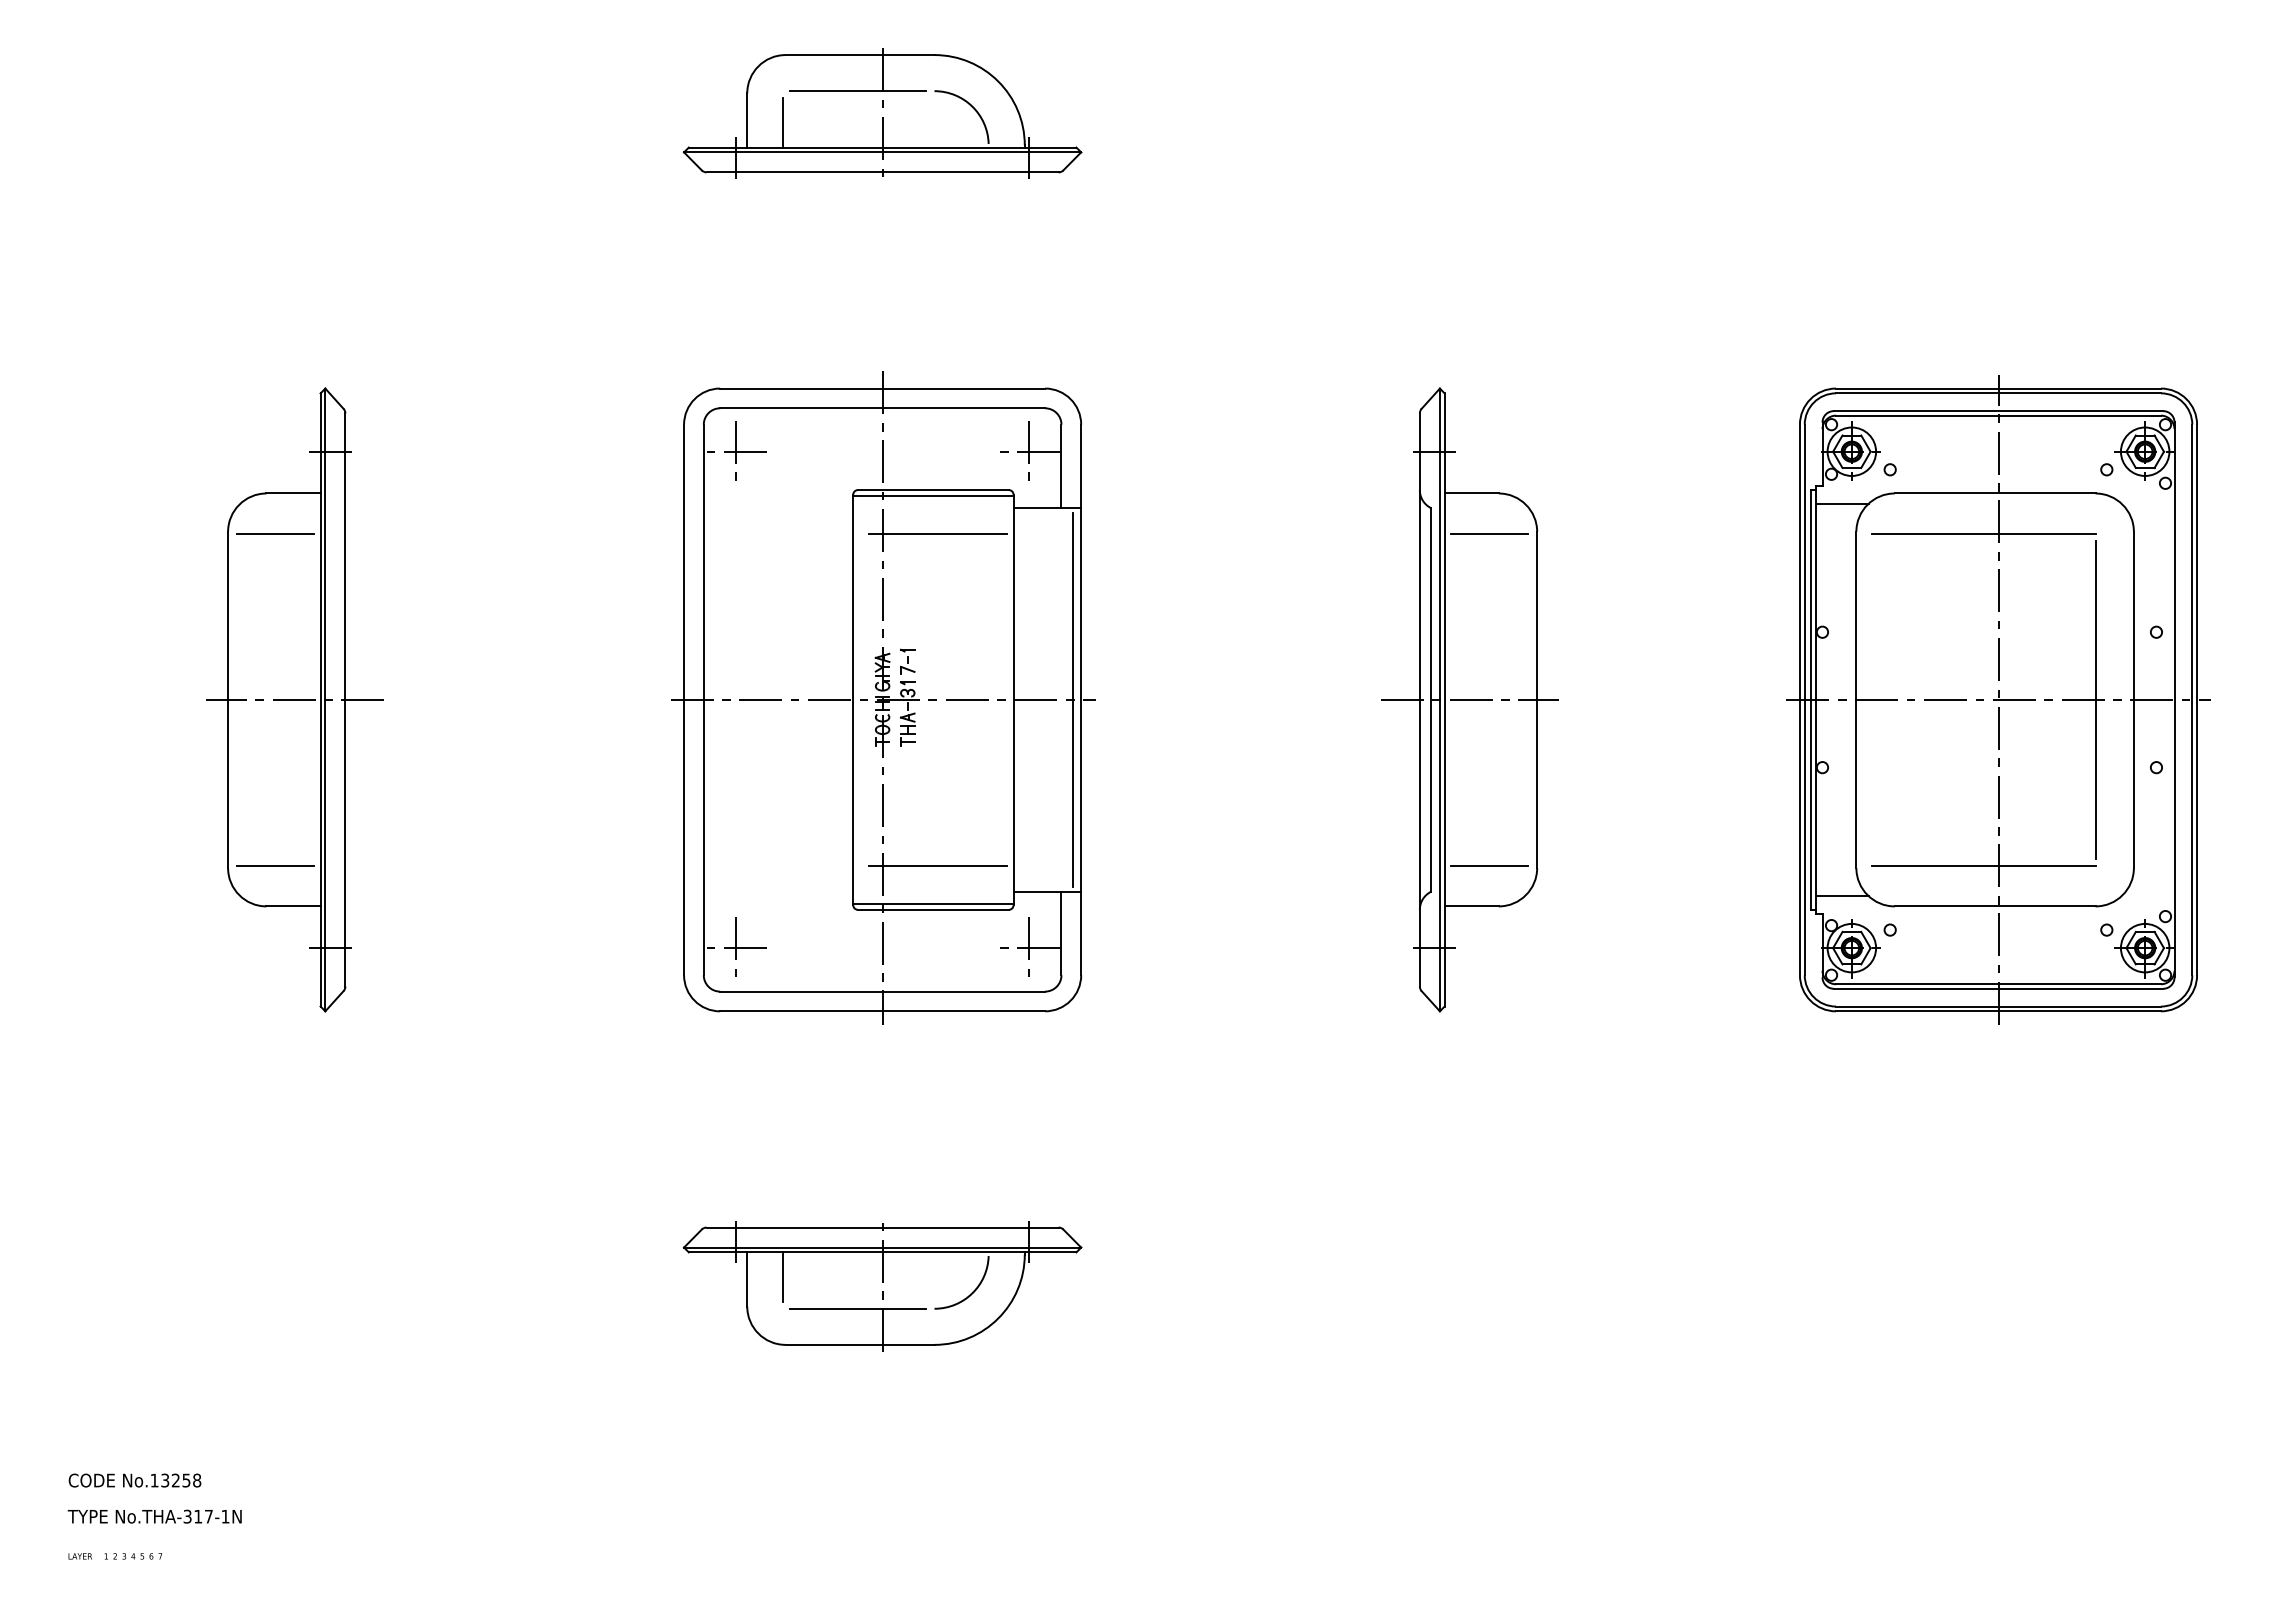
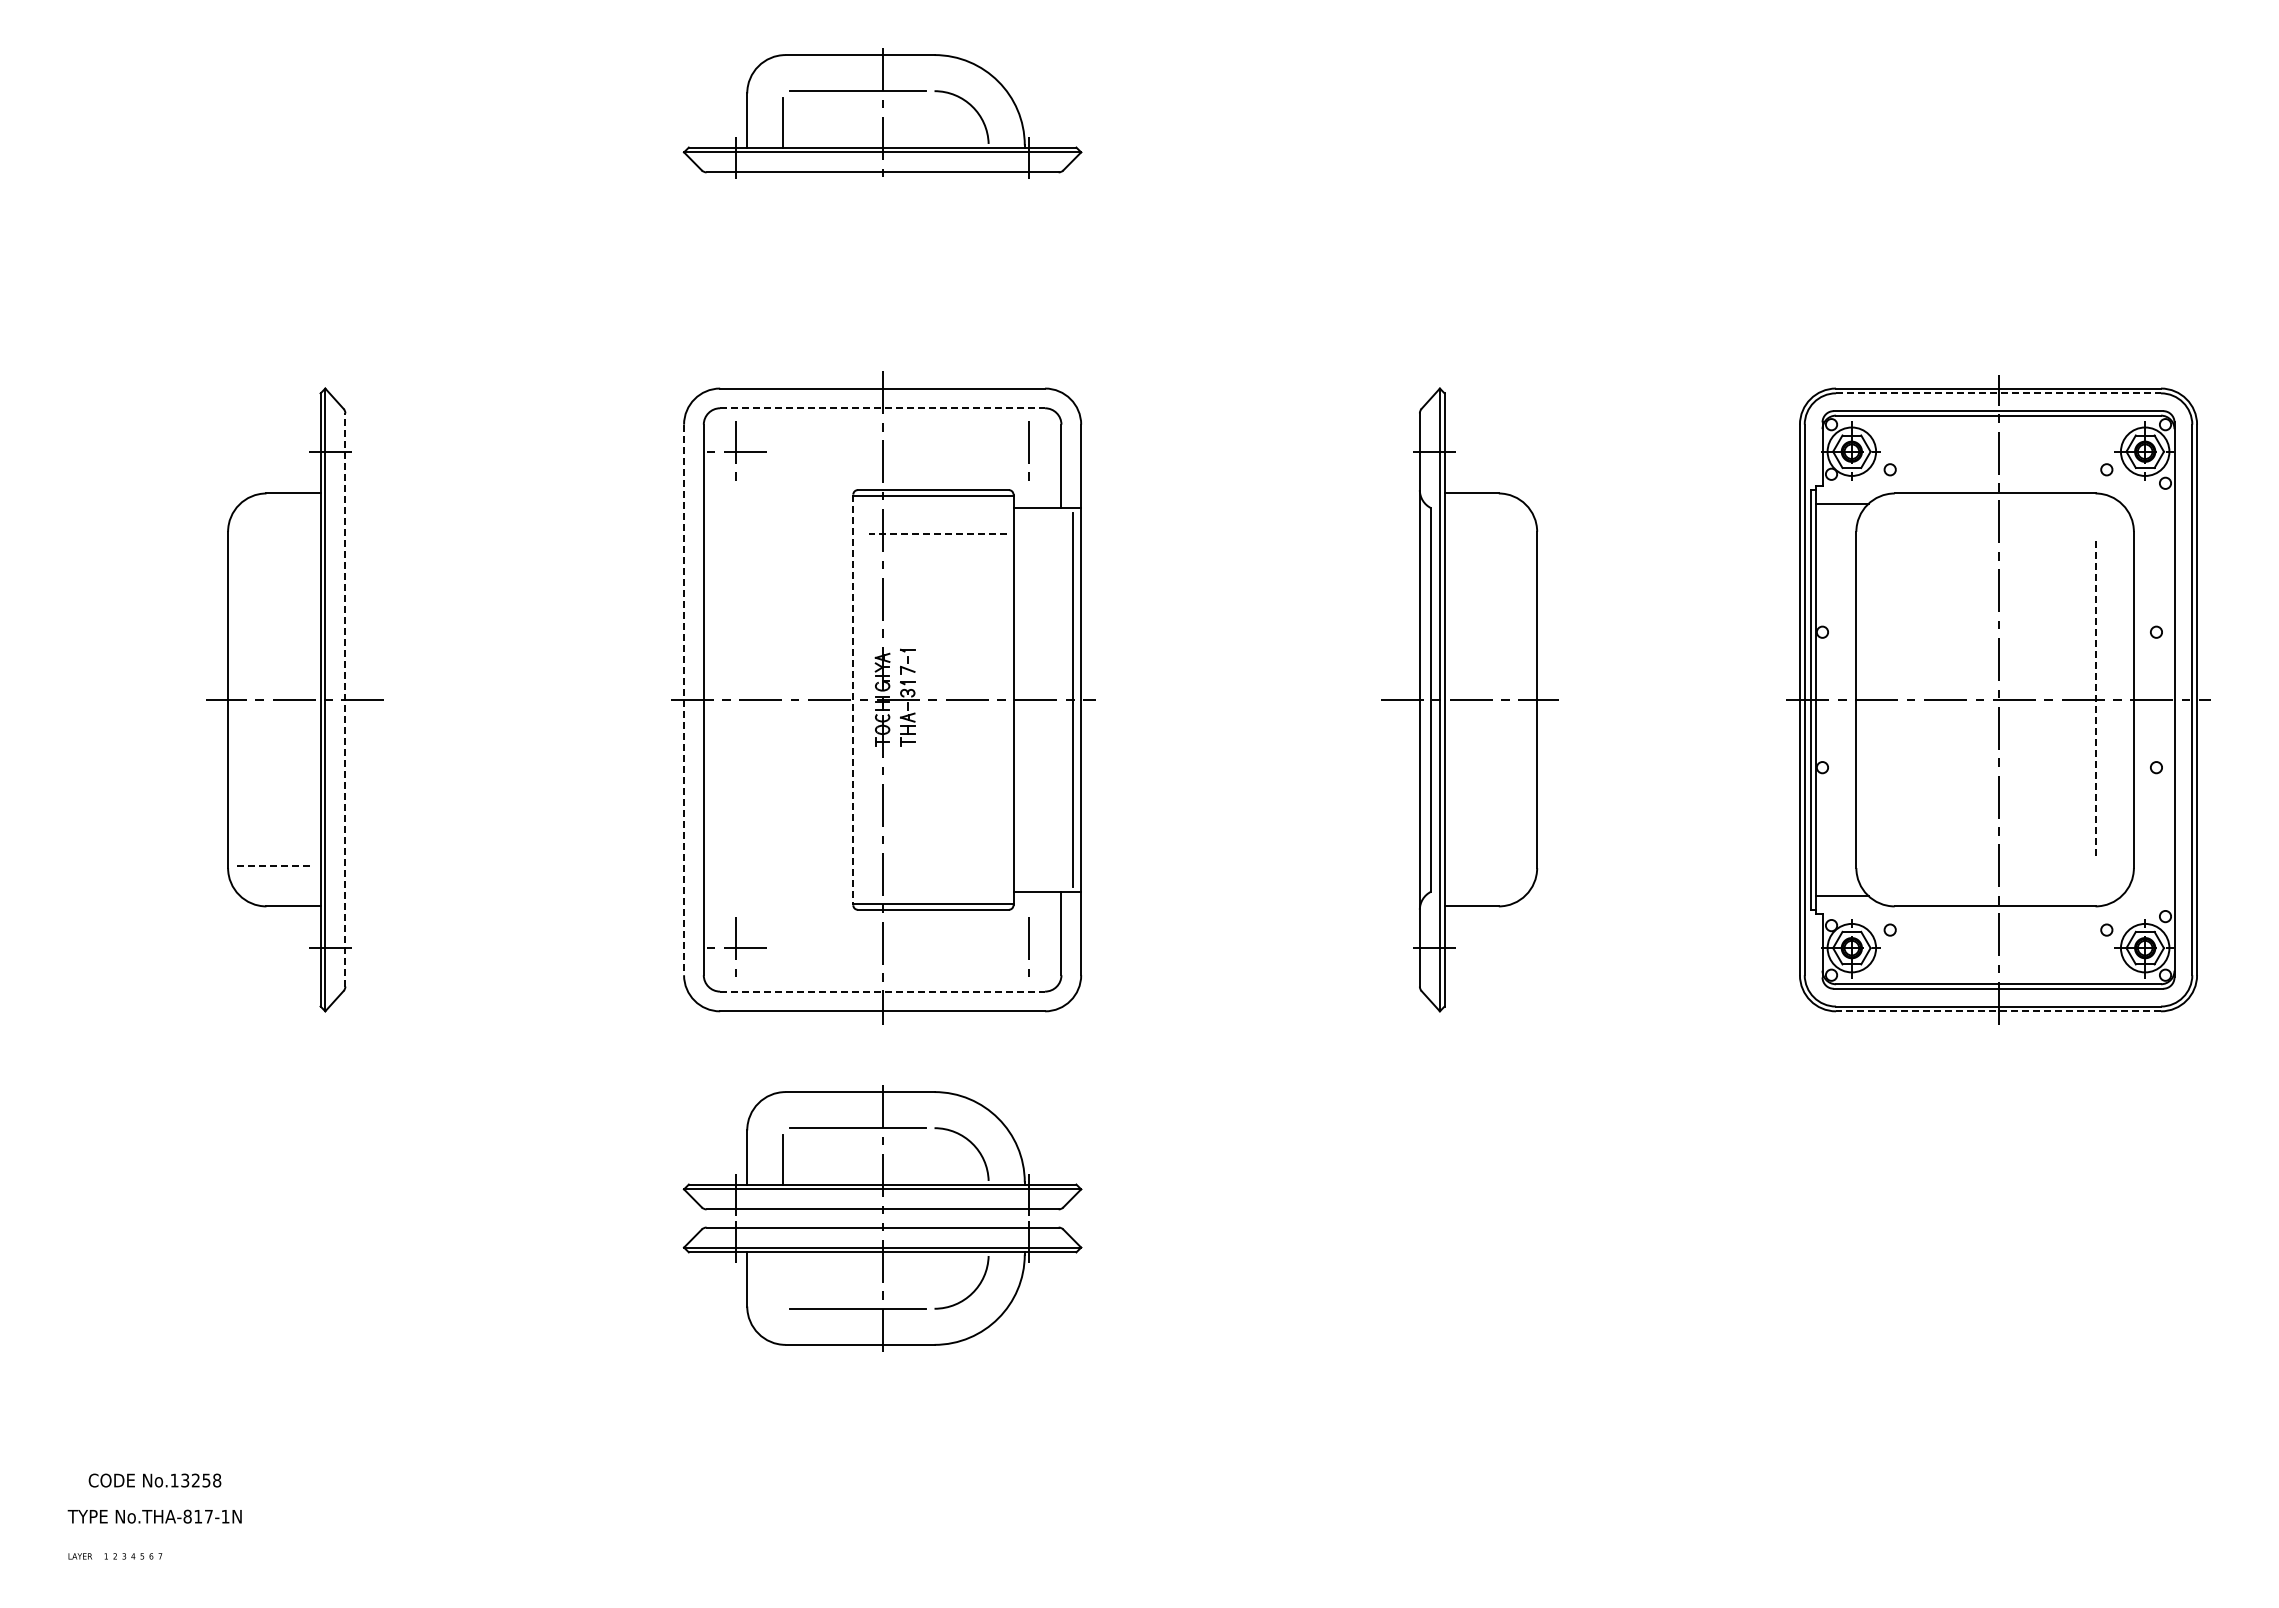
line at (1999, 393): solid -> dashed
line at (883, 408): solid -> dashed
line at (1029, 451): present -> none
line at (275, 534): present -> none
line at (937, 534): solid -> dashed
line at (1489, 534): present -> none
line at (1983, 534): present -> none
line at (345, 699): solid -> dashed
line at (684, 700): solid -> dashed
line at (853, 700): solid -> dashed
line at (2095, 700): solid -> dashed
line at (275, 865): solid -> dashed
line at (937, 865): present -> none
line at (1489, 865): present -> none
line at (1983, 865): present -> none
line at (1029, 948): present -> none
line at (883, 991): solid -> dashed
line at (1998, 1011): solid -> dashed
part at (882, 1150): none -> present
line at (783, 1277): present -> none
text at (134, 1480) position: (134, 1480) -> (154, 1480)
text at (187, 1516): No.THA-317-1N -> No.THA-817-1N
